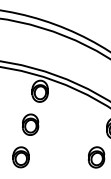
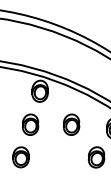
part at (71, 124): none -> present
